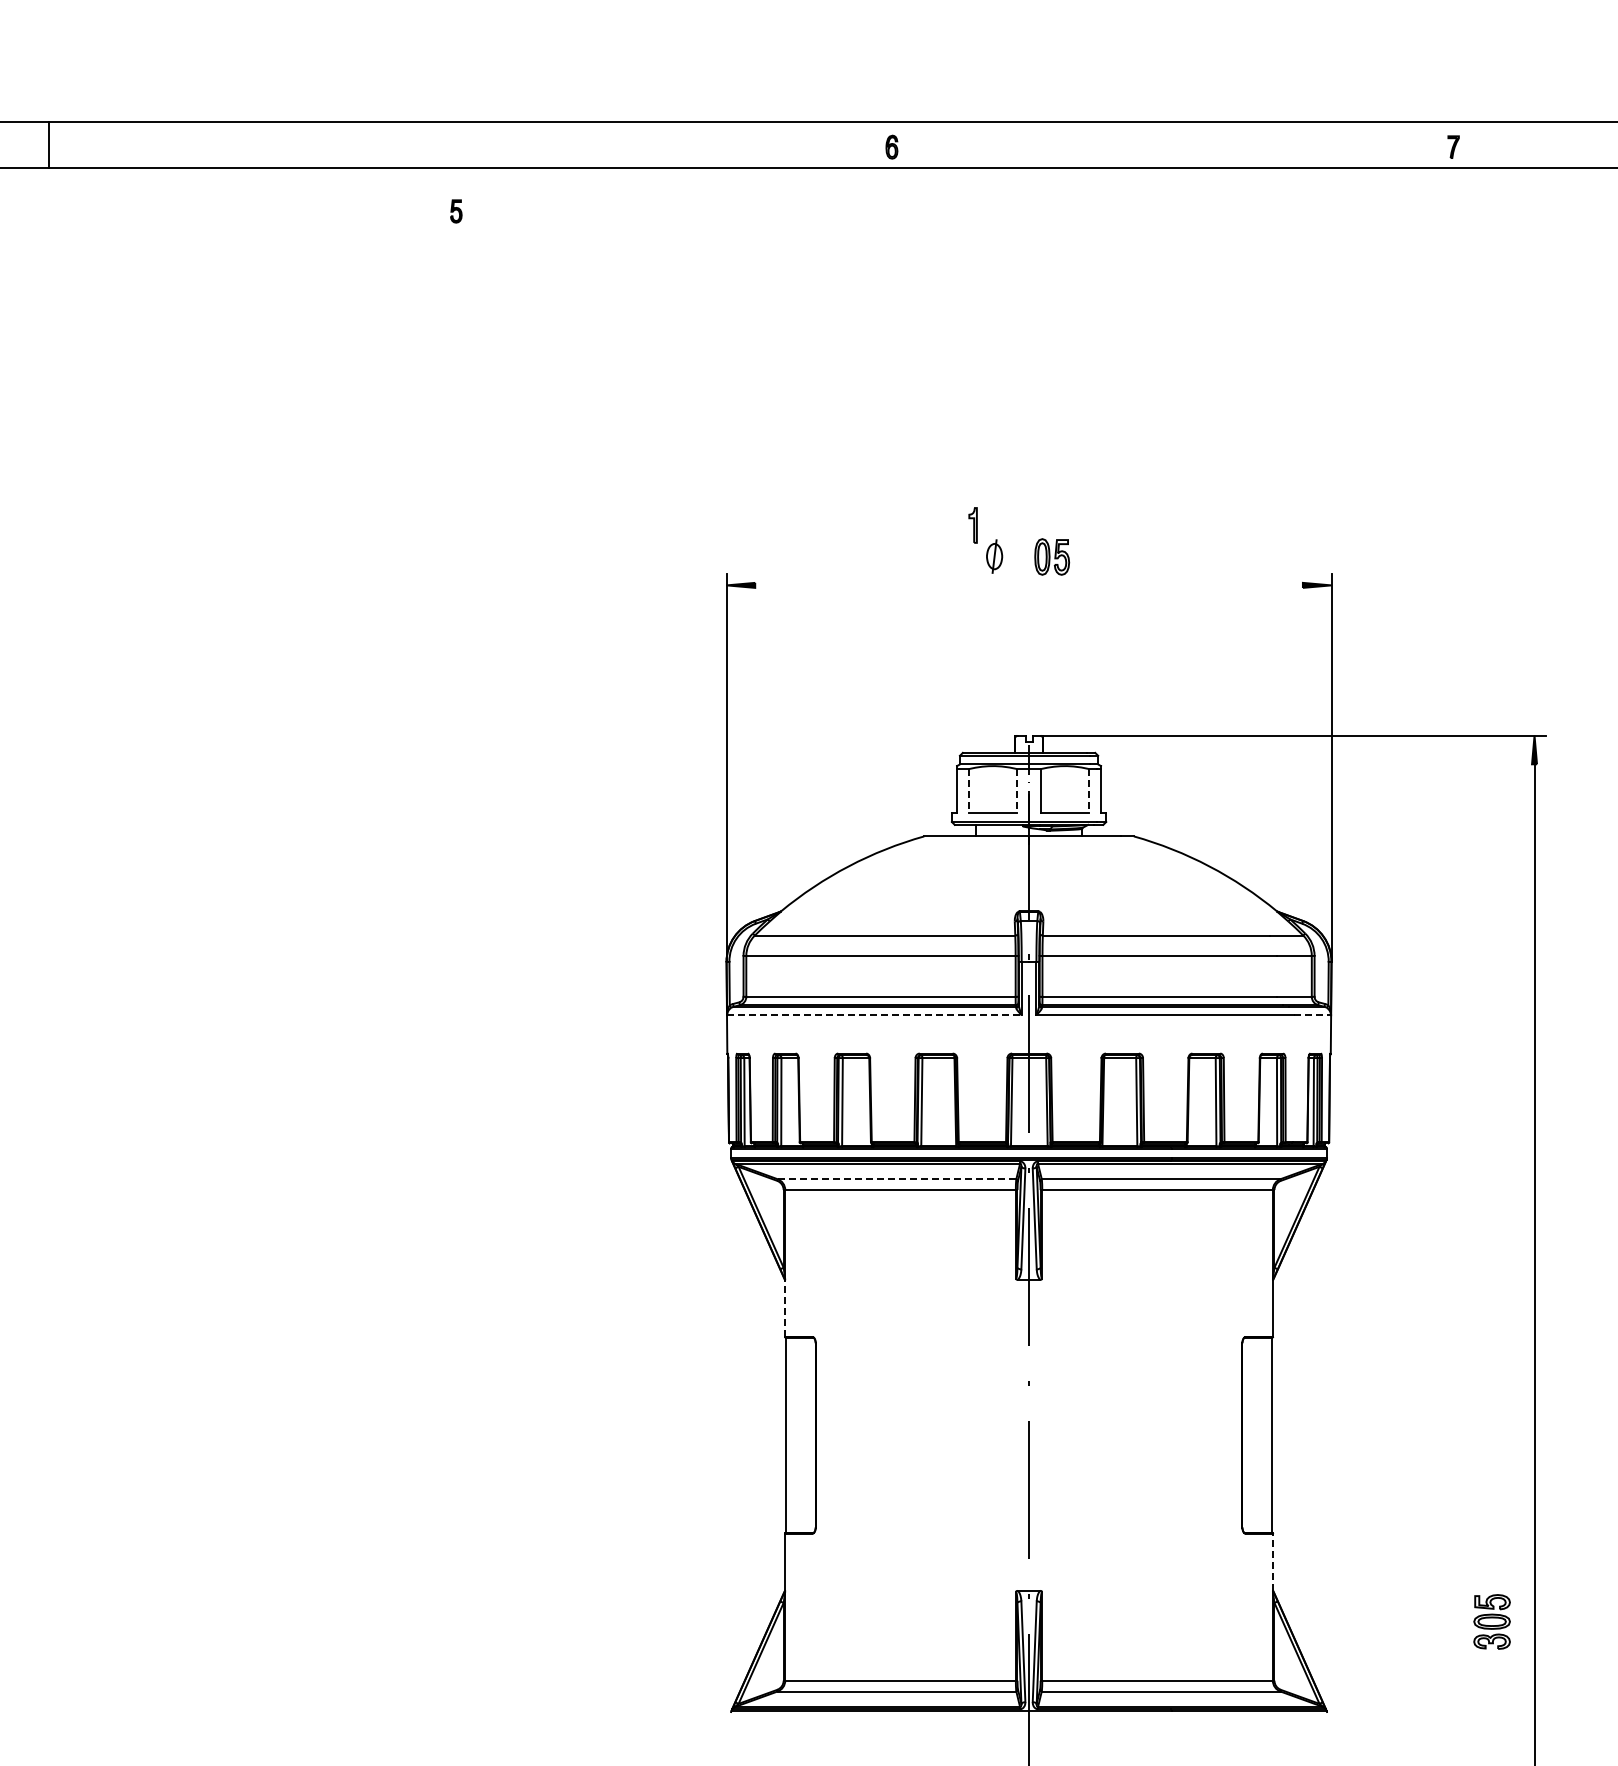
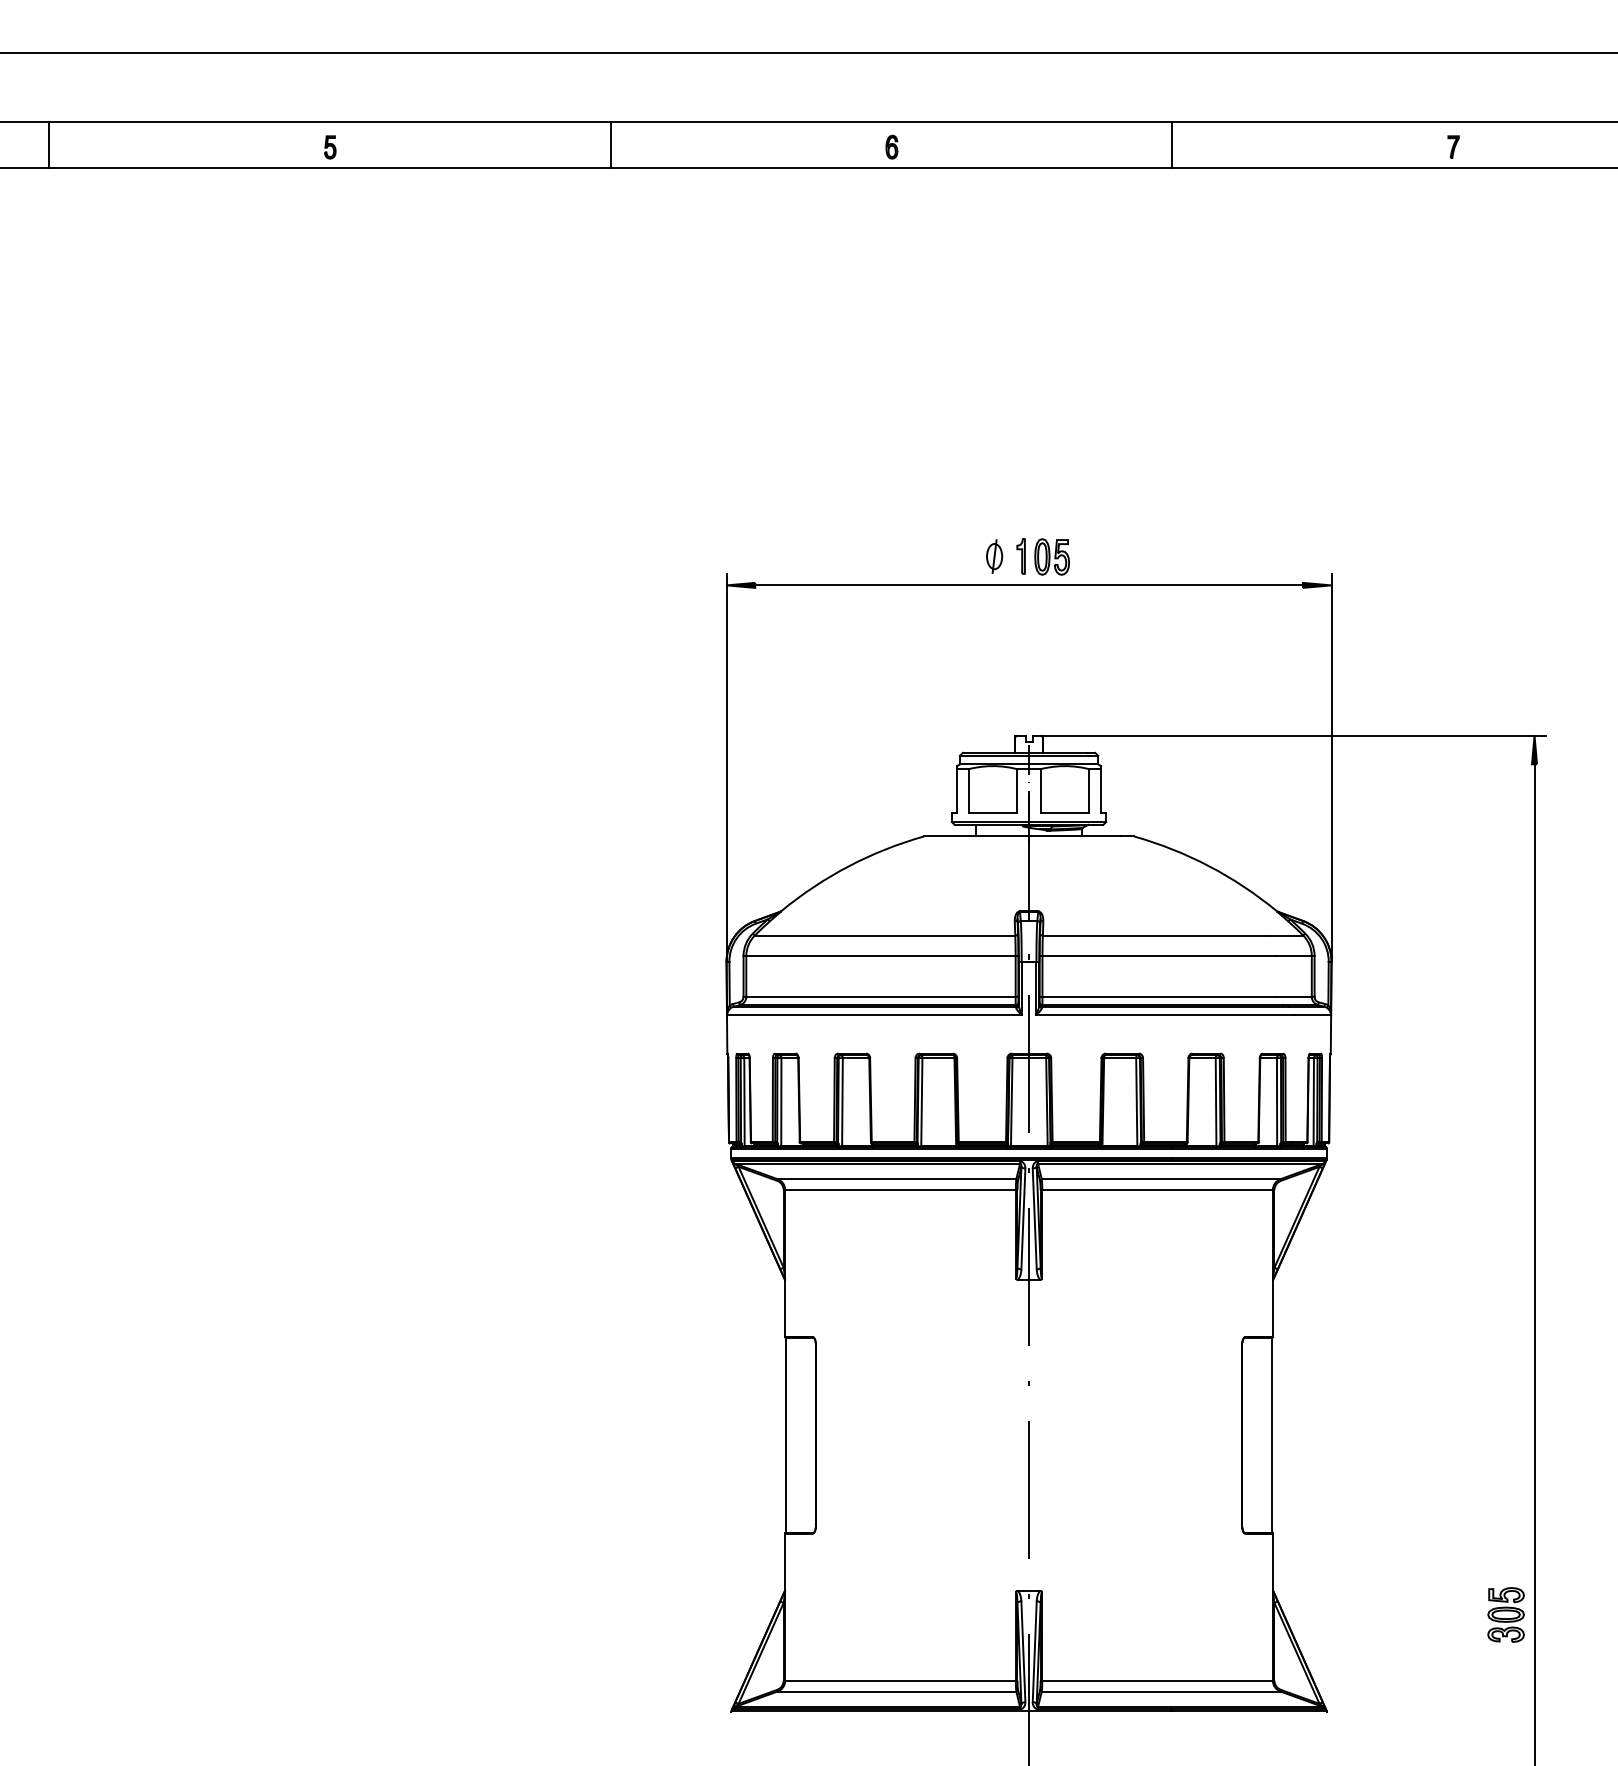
line at (808, 52): none -> present
line at (610, 145): none -> present
line at (1172, 145): none -> present
part at (456, 211) position: (456, 211) -> (330, 147)
part at (972, 525) position: (972, 525) -> (1020, 556)
line at (1028, 585): none -> present
line at (968, 791): dashed -> solid
line at (1017, 791): dashed -> solid
line at (1089, 791): dashed -> solid
line at (874, 1015): dashed -> solid
line at (1313, 1015): dashed -> solid
line at (897, 1179): dashed -> solid
line at (784, 1308): dashed -> solid
line at (1273, 1562): dashed -> solid
part at (1491, 1621) position: (1491, 1621) -> (1505, 1614)
